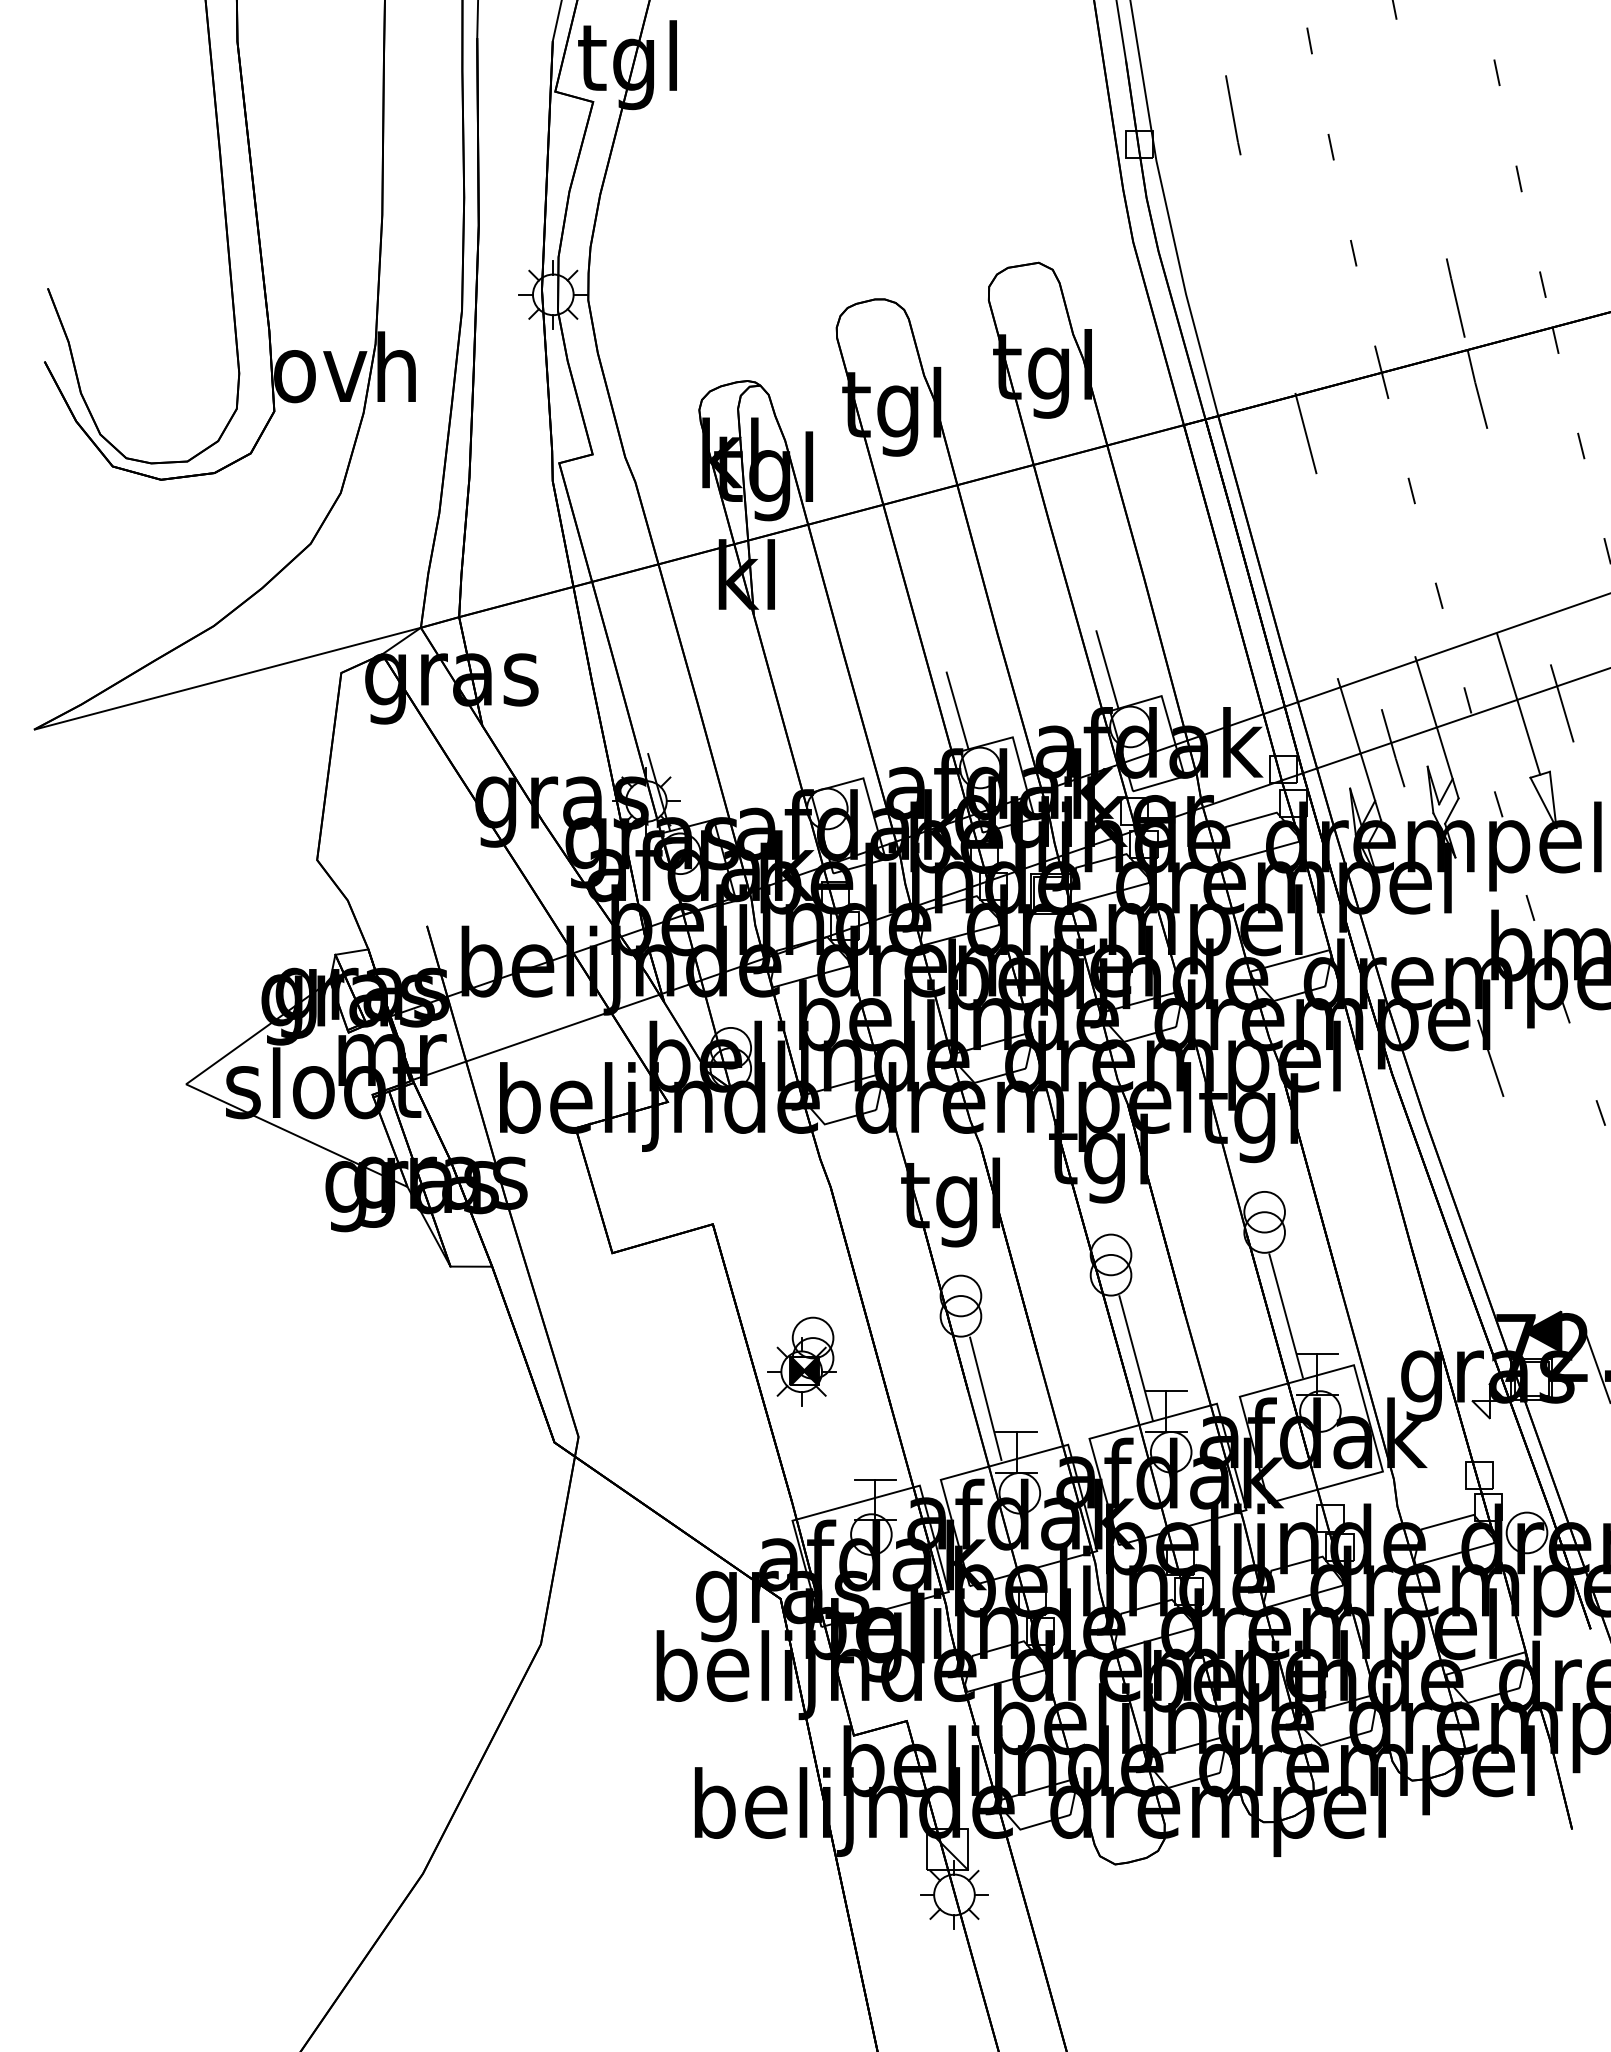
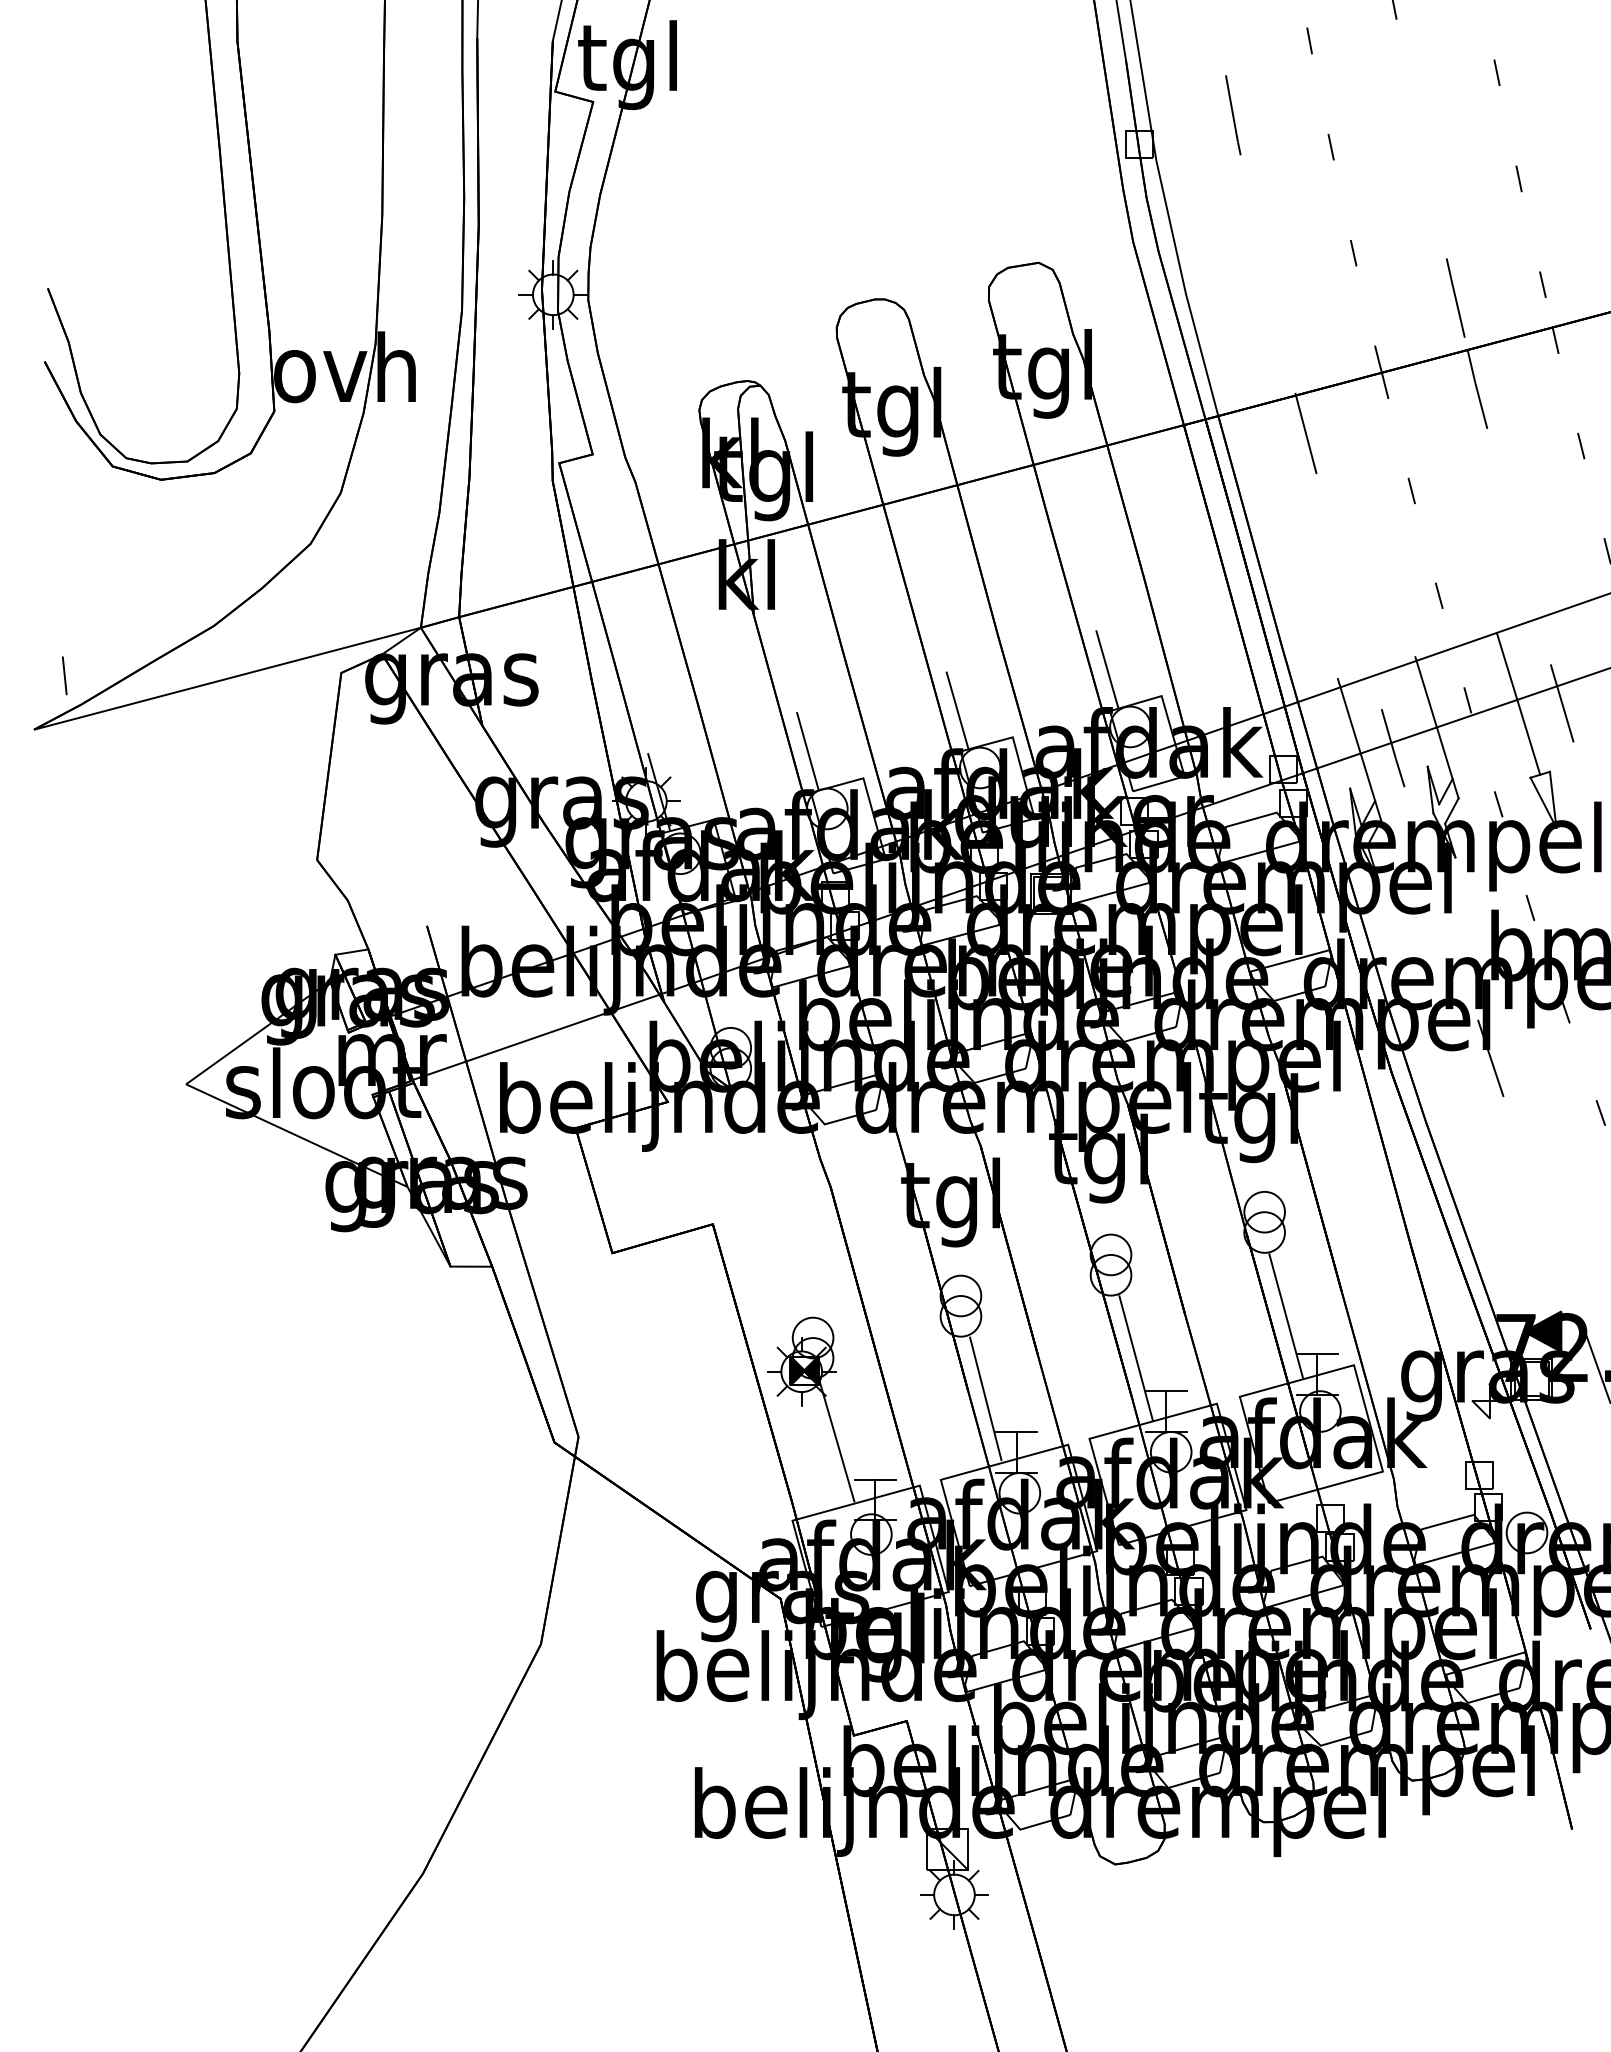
line at (64, 675): none -> present
line at (807, 751): none -> present
line at (836, 1440): none -> present
